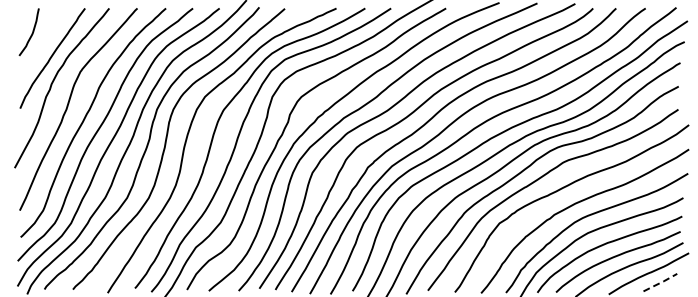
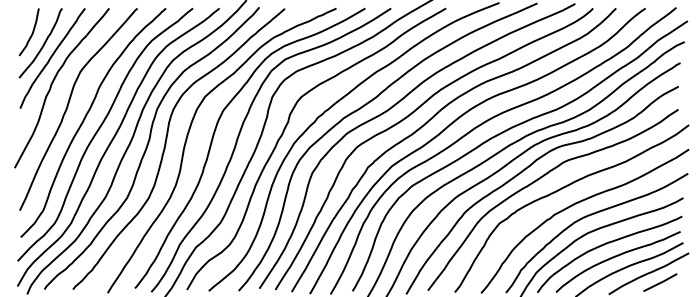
curve at (42, 45): none -> present
line at (661, 282): dashed -> solid
